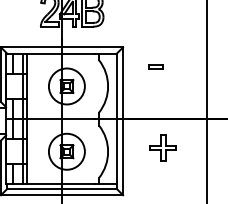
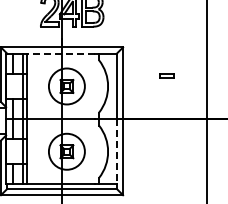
line at (60, 53): solid -> dashed
part at (155, 66) position: (155, 66) -> (166, 75)
part at (162, 147): present -> none
line at (116, 151): solid -> dashed
